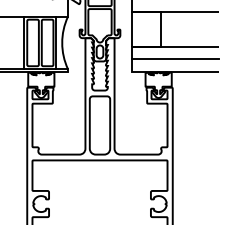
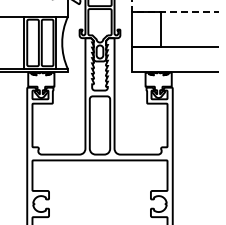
line at (169, 11): solid -> dashed
line at (175, 59): present -> none
